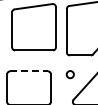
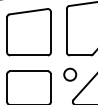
part at (33, 27) position: (33, 27) -> (28, 32)
line at (29, 71): dashed -> solid
circle at (69, 74) size: 10x10 px -> 15x15 px
